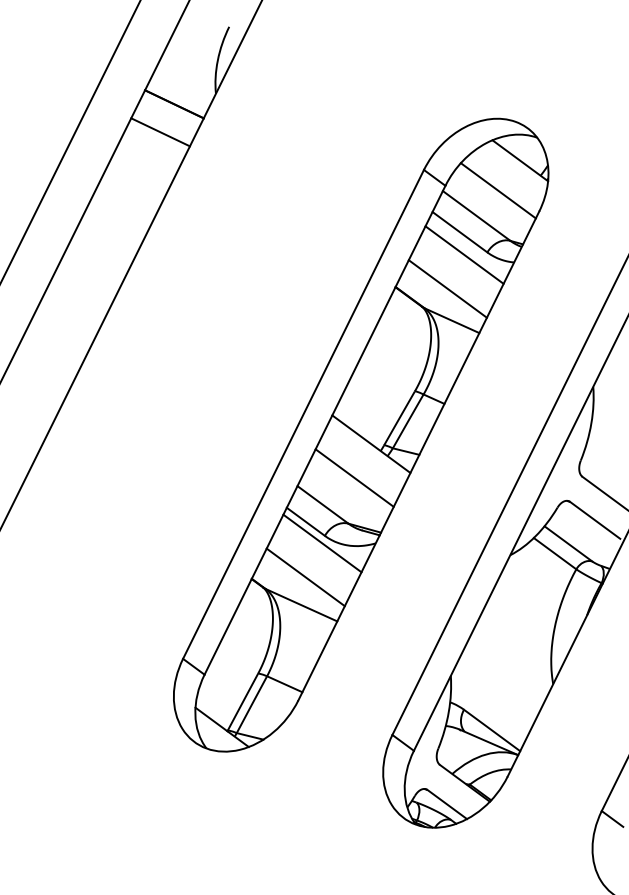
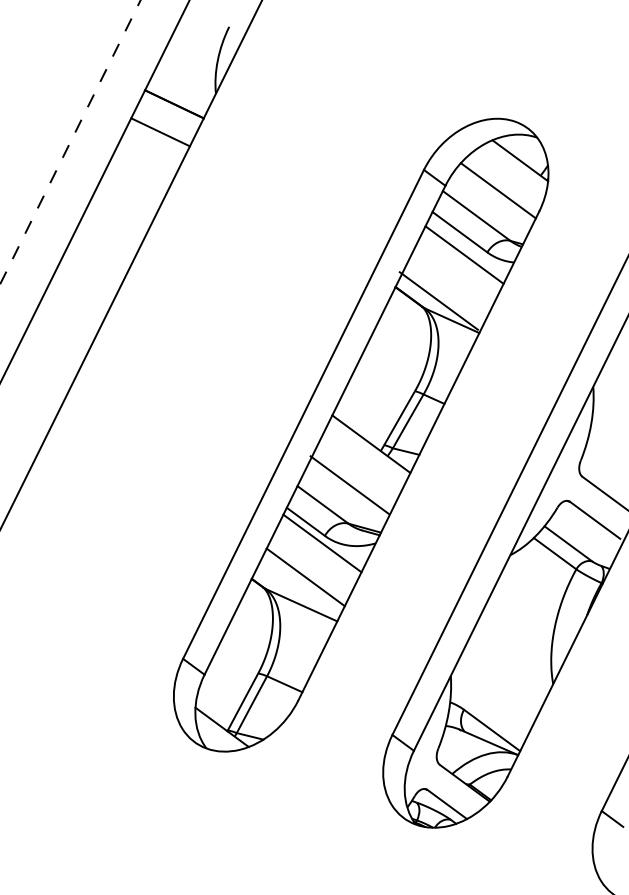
line at (70, 142): solid -> dashed
line at (447, 288) position: (447, 288) -> (438, 300)
line at (354, 477) position: (354, 477) -> (349, 484)
